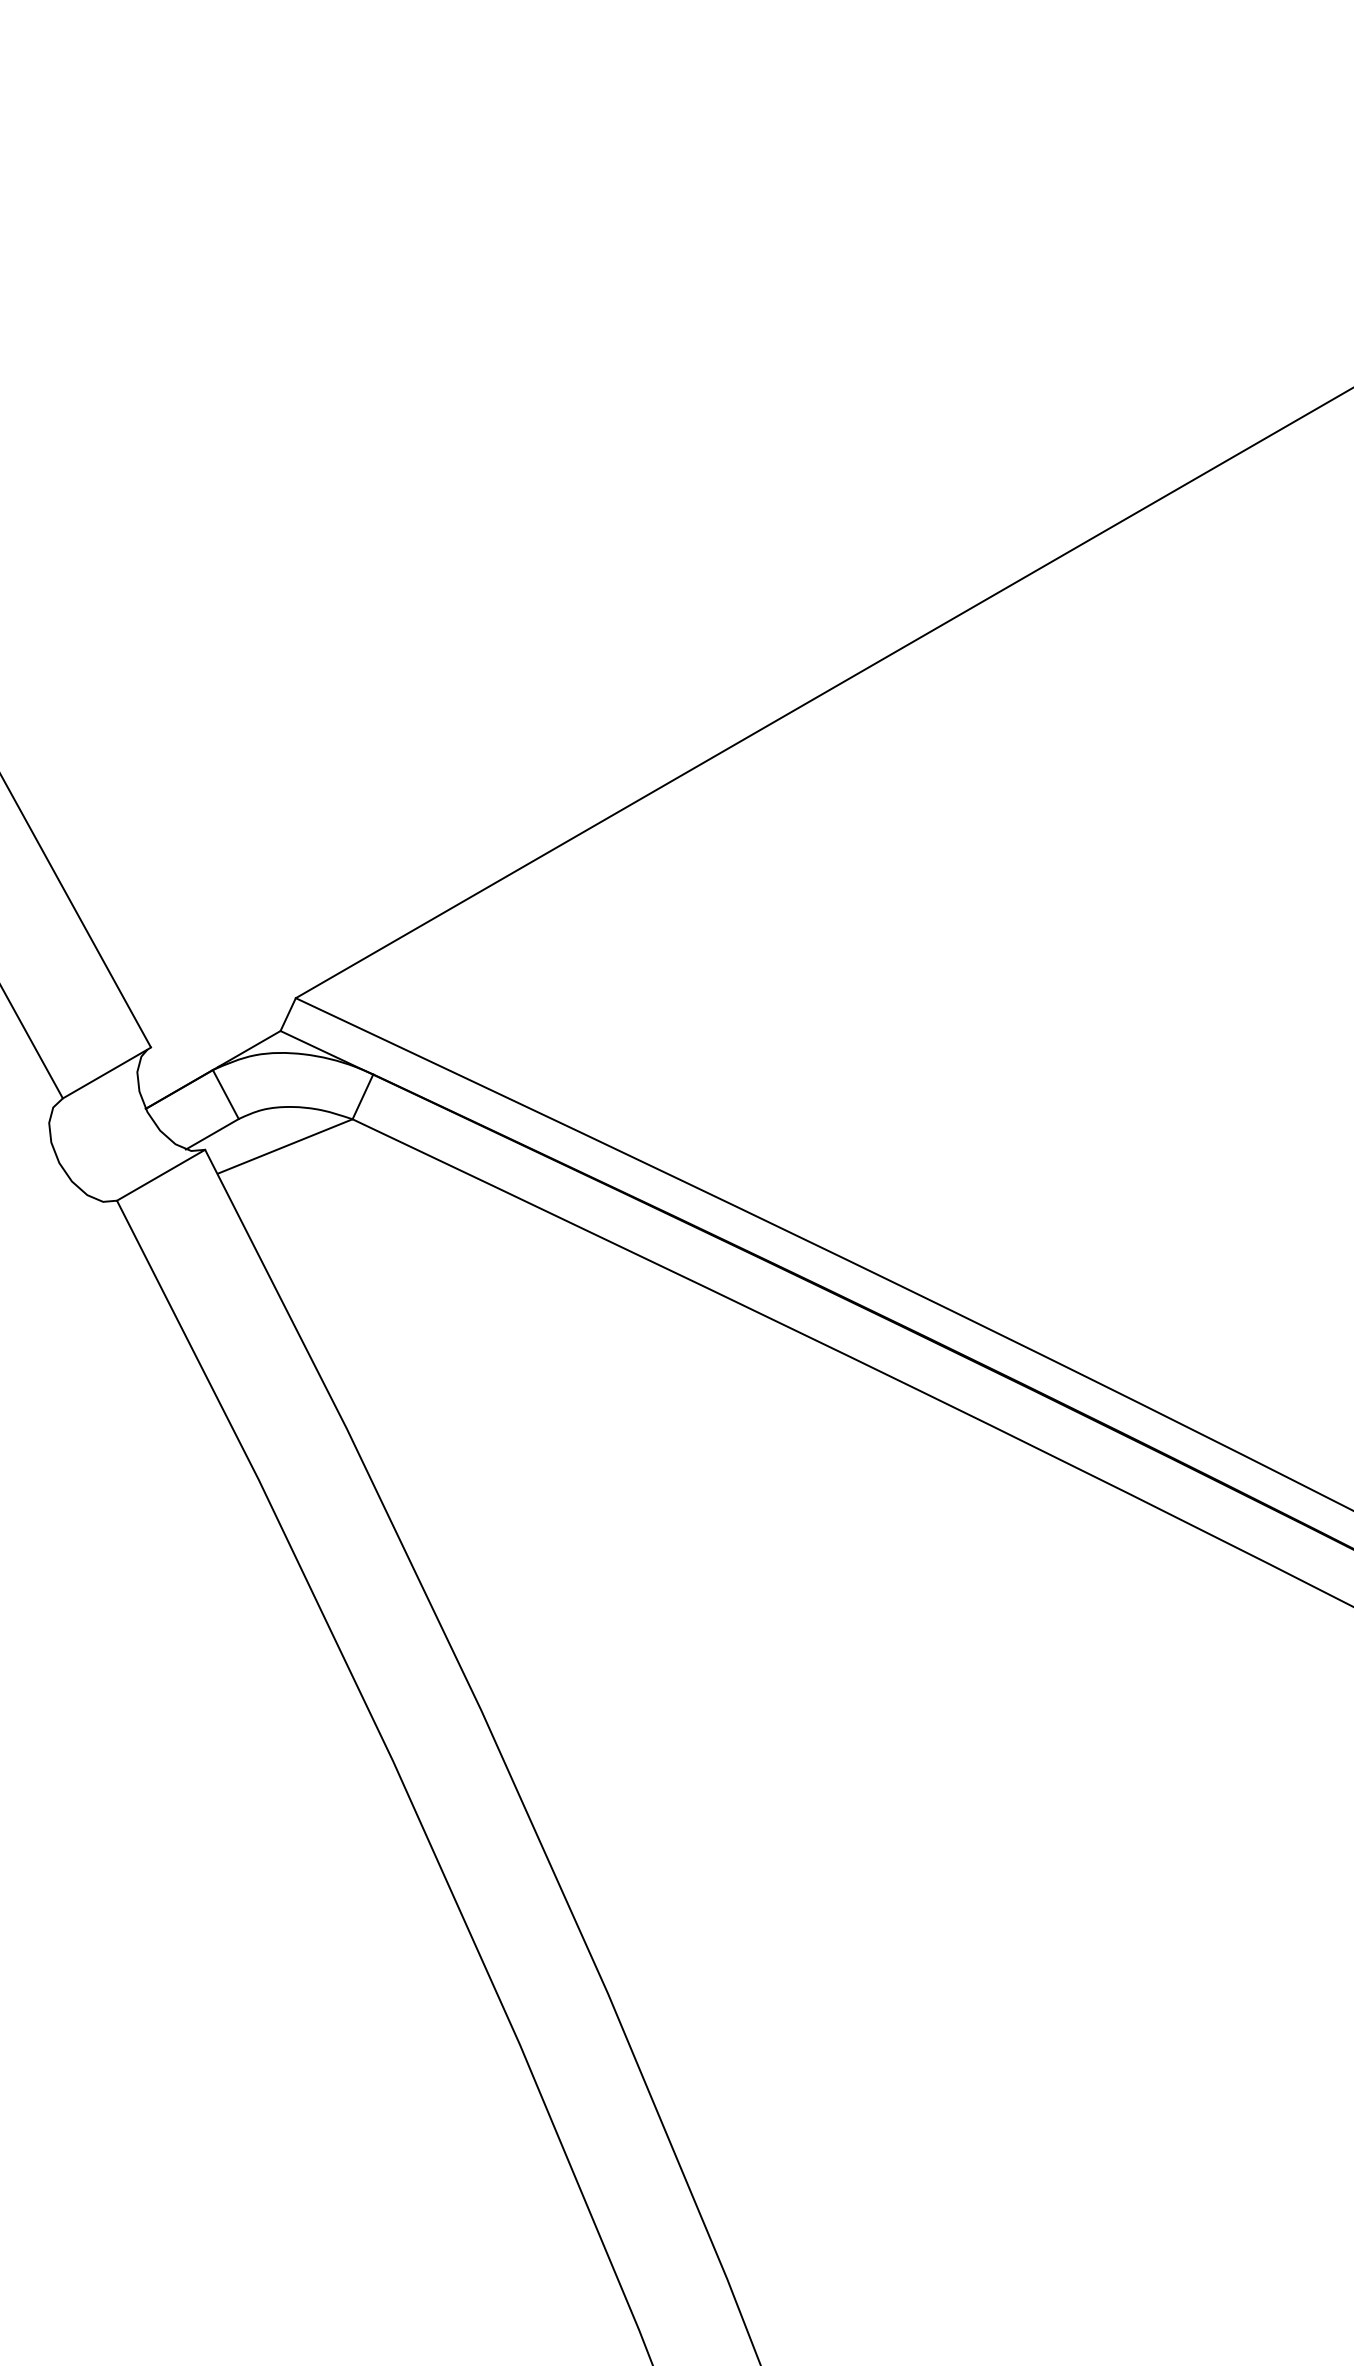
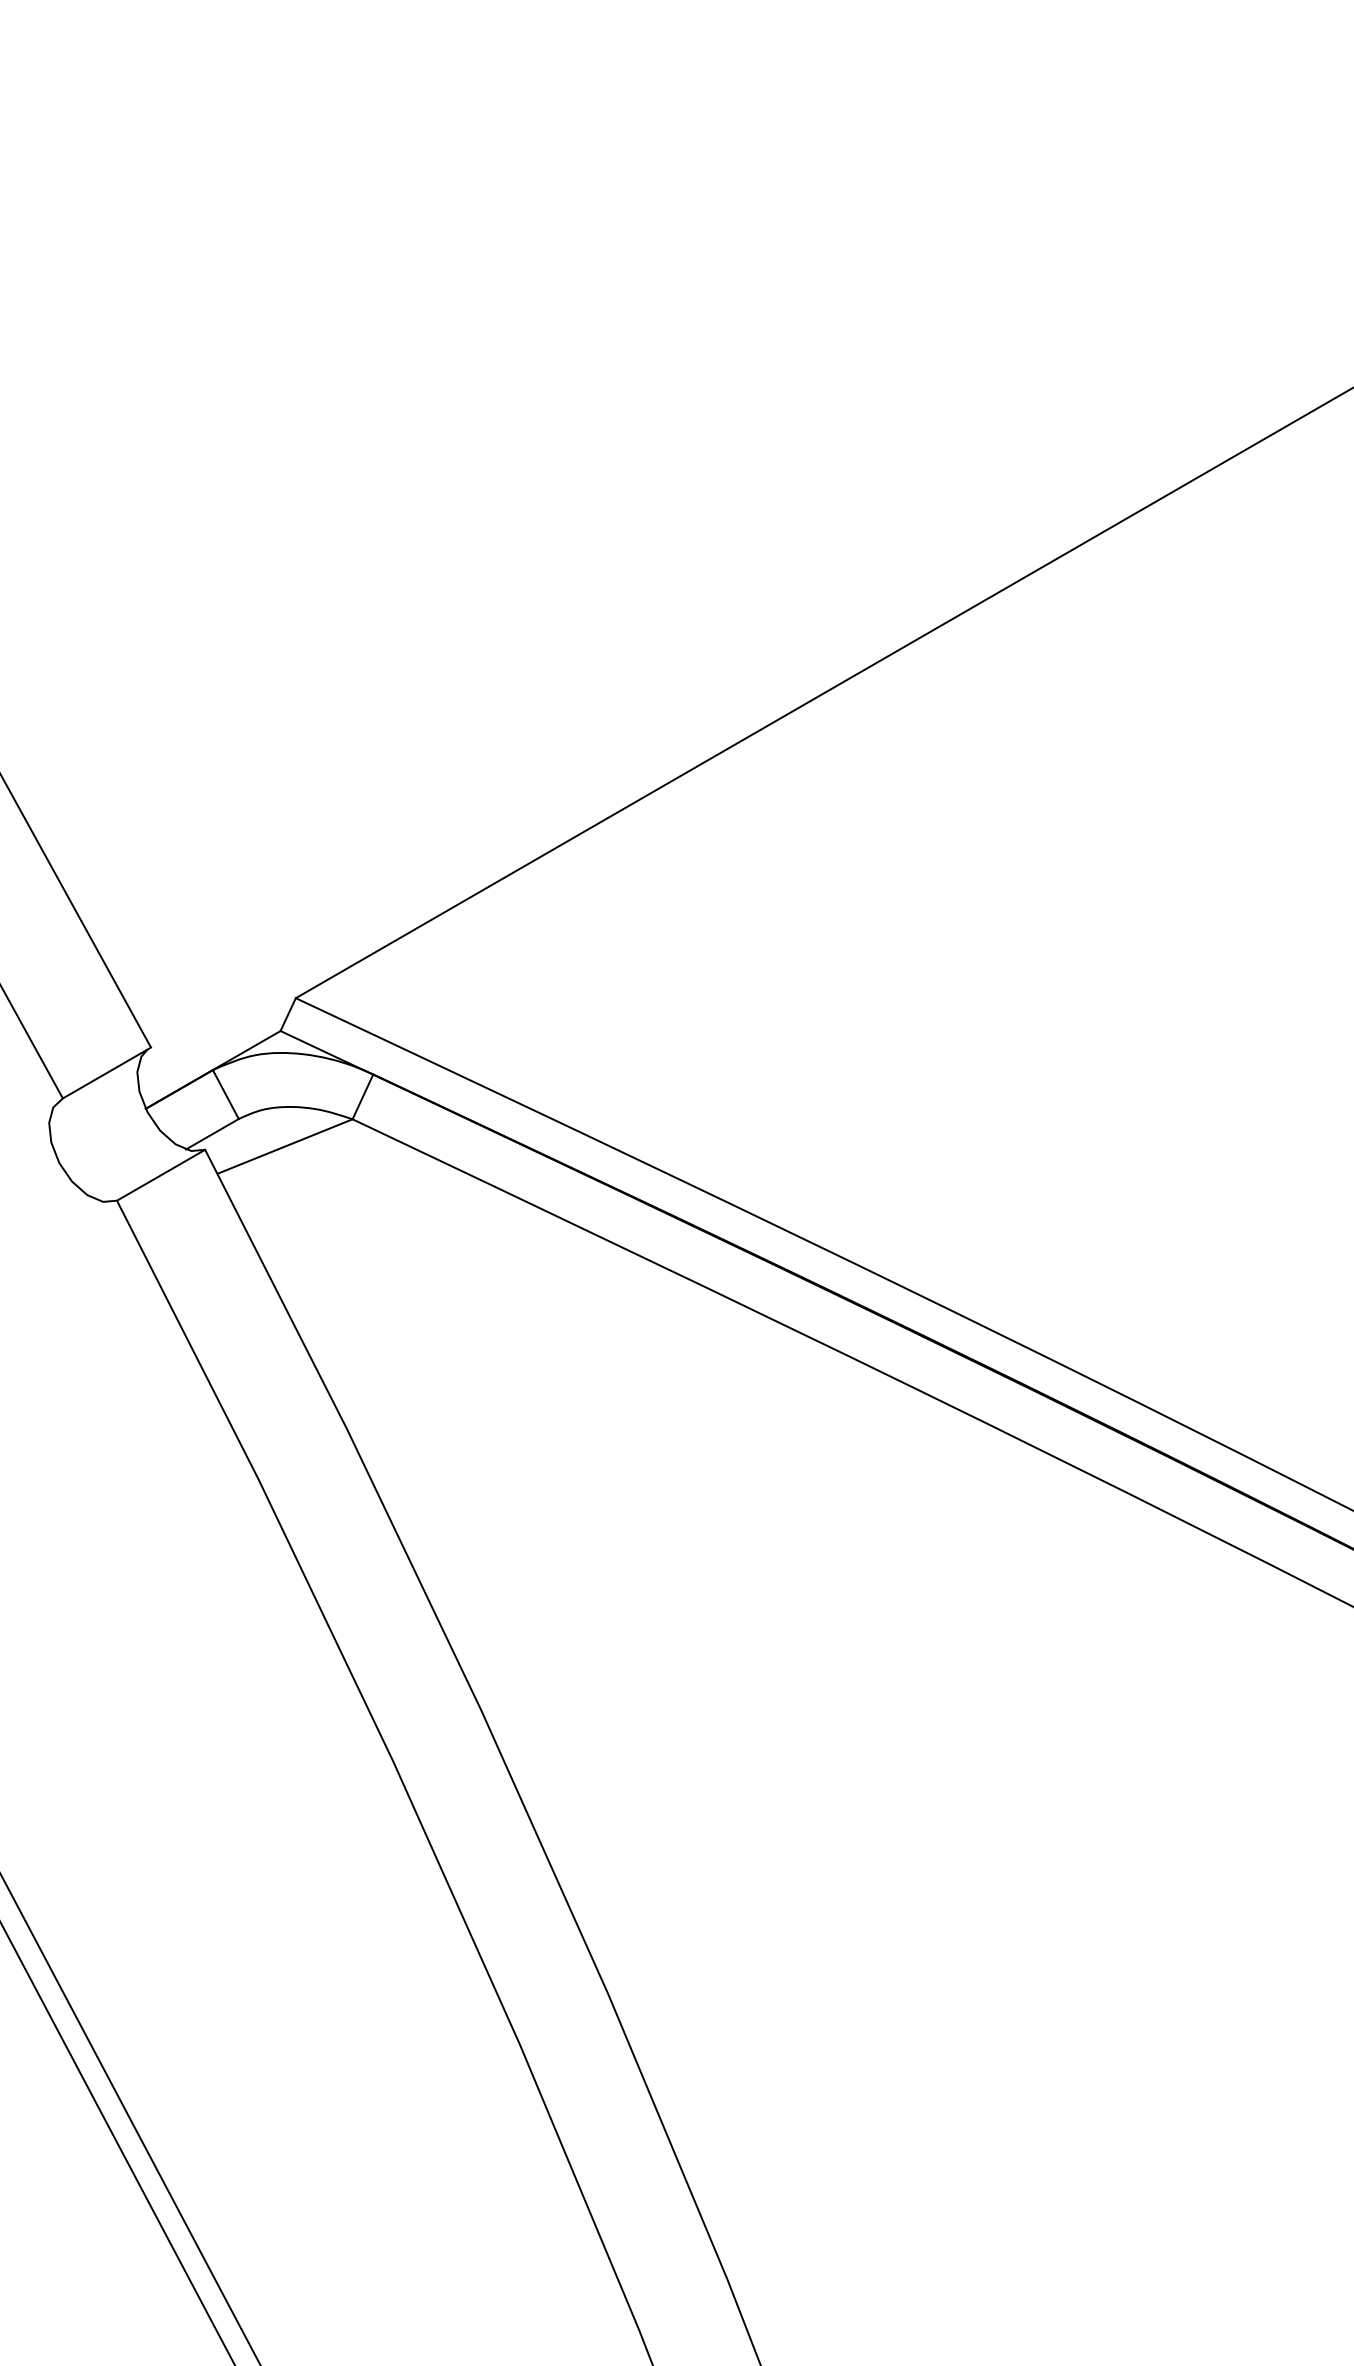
line at (130, 2119): none -> present
line at (117, 2143): none -> present
